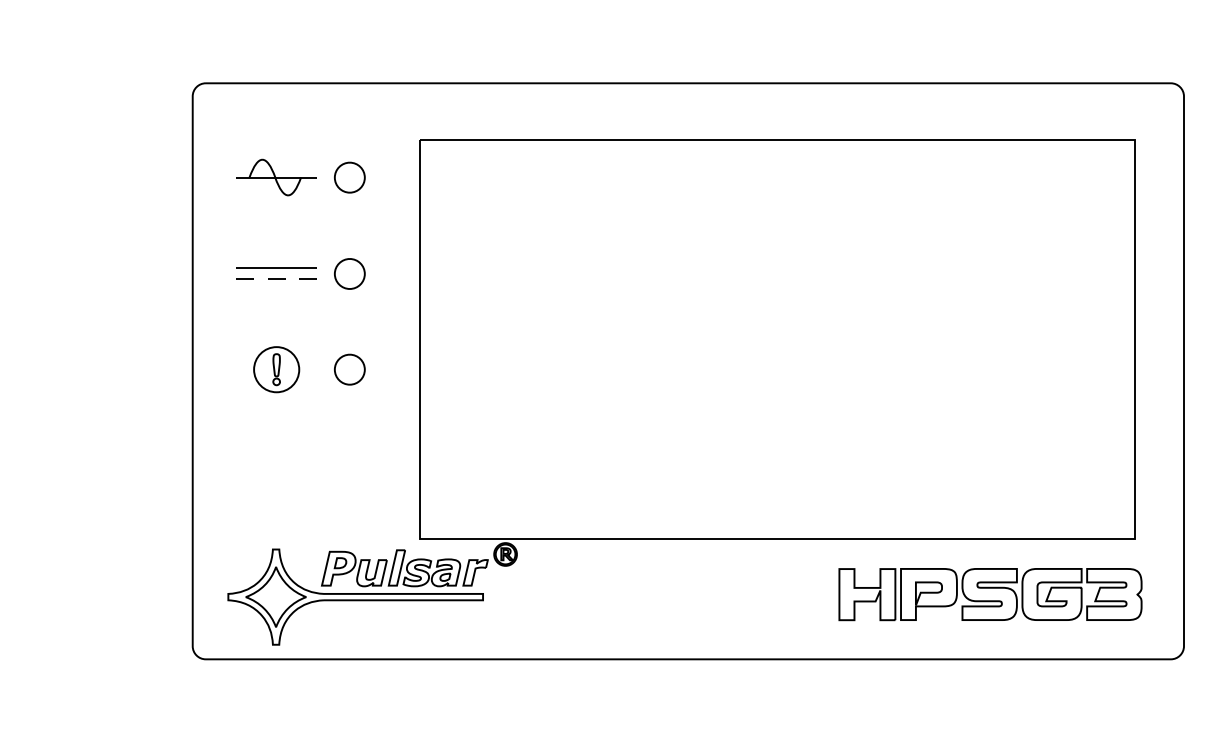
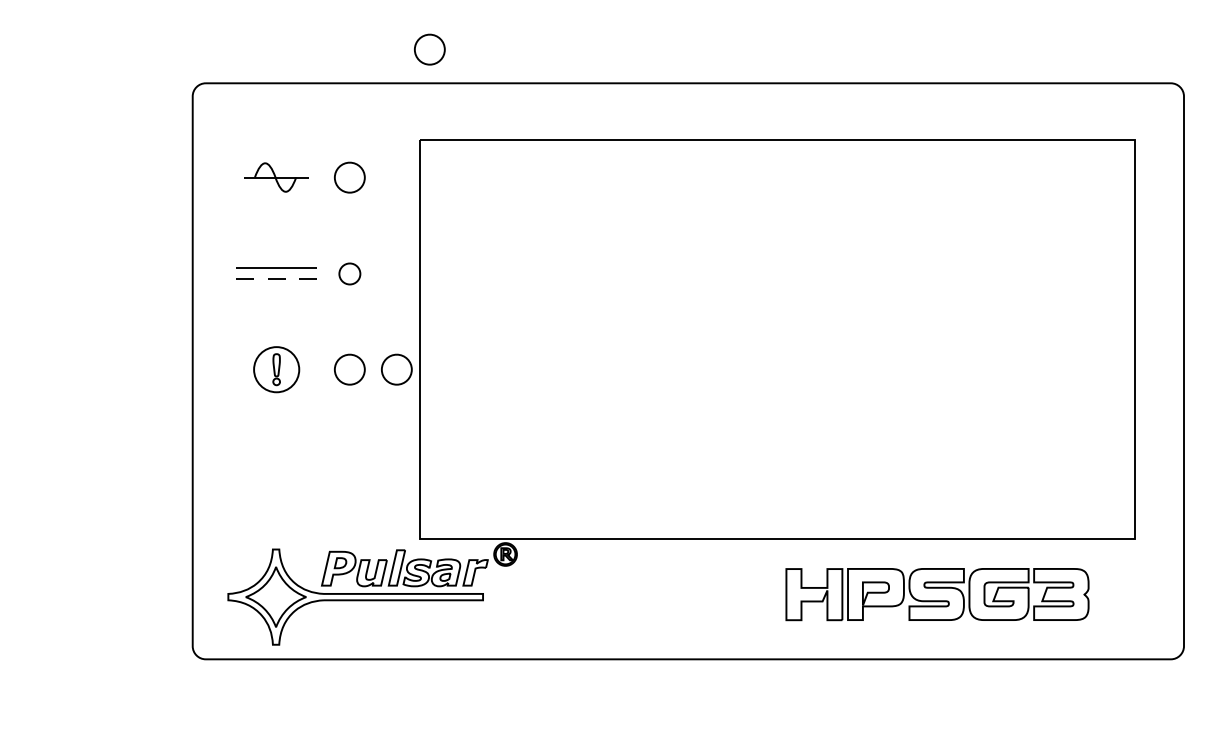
part at (429, 49): none -> present
part at (276, 177) size: 81x39 px -> 65x31 px
part at (349, 273) size: 32x32 px -> 24x24 px
part at (396, 369): none -> present
part at (990, 594) position: (990, 594) -> (937, 594)
